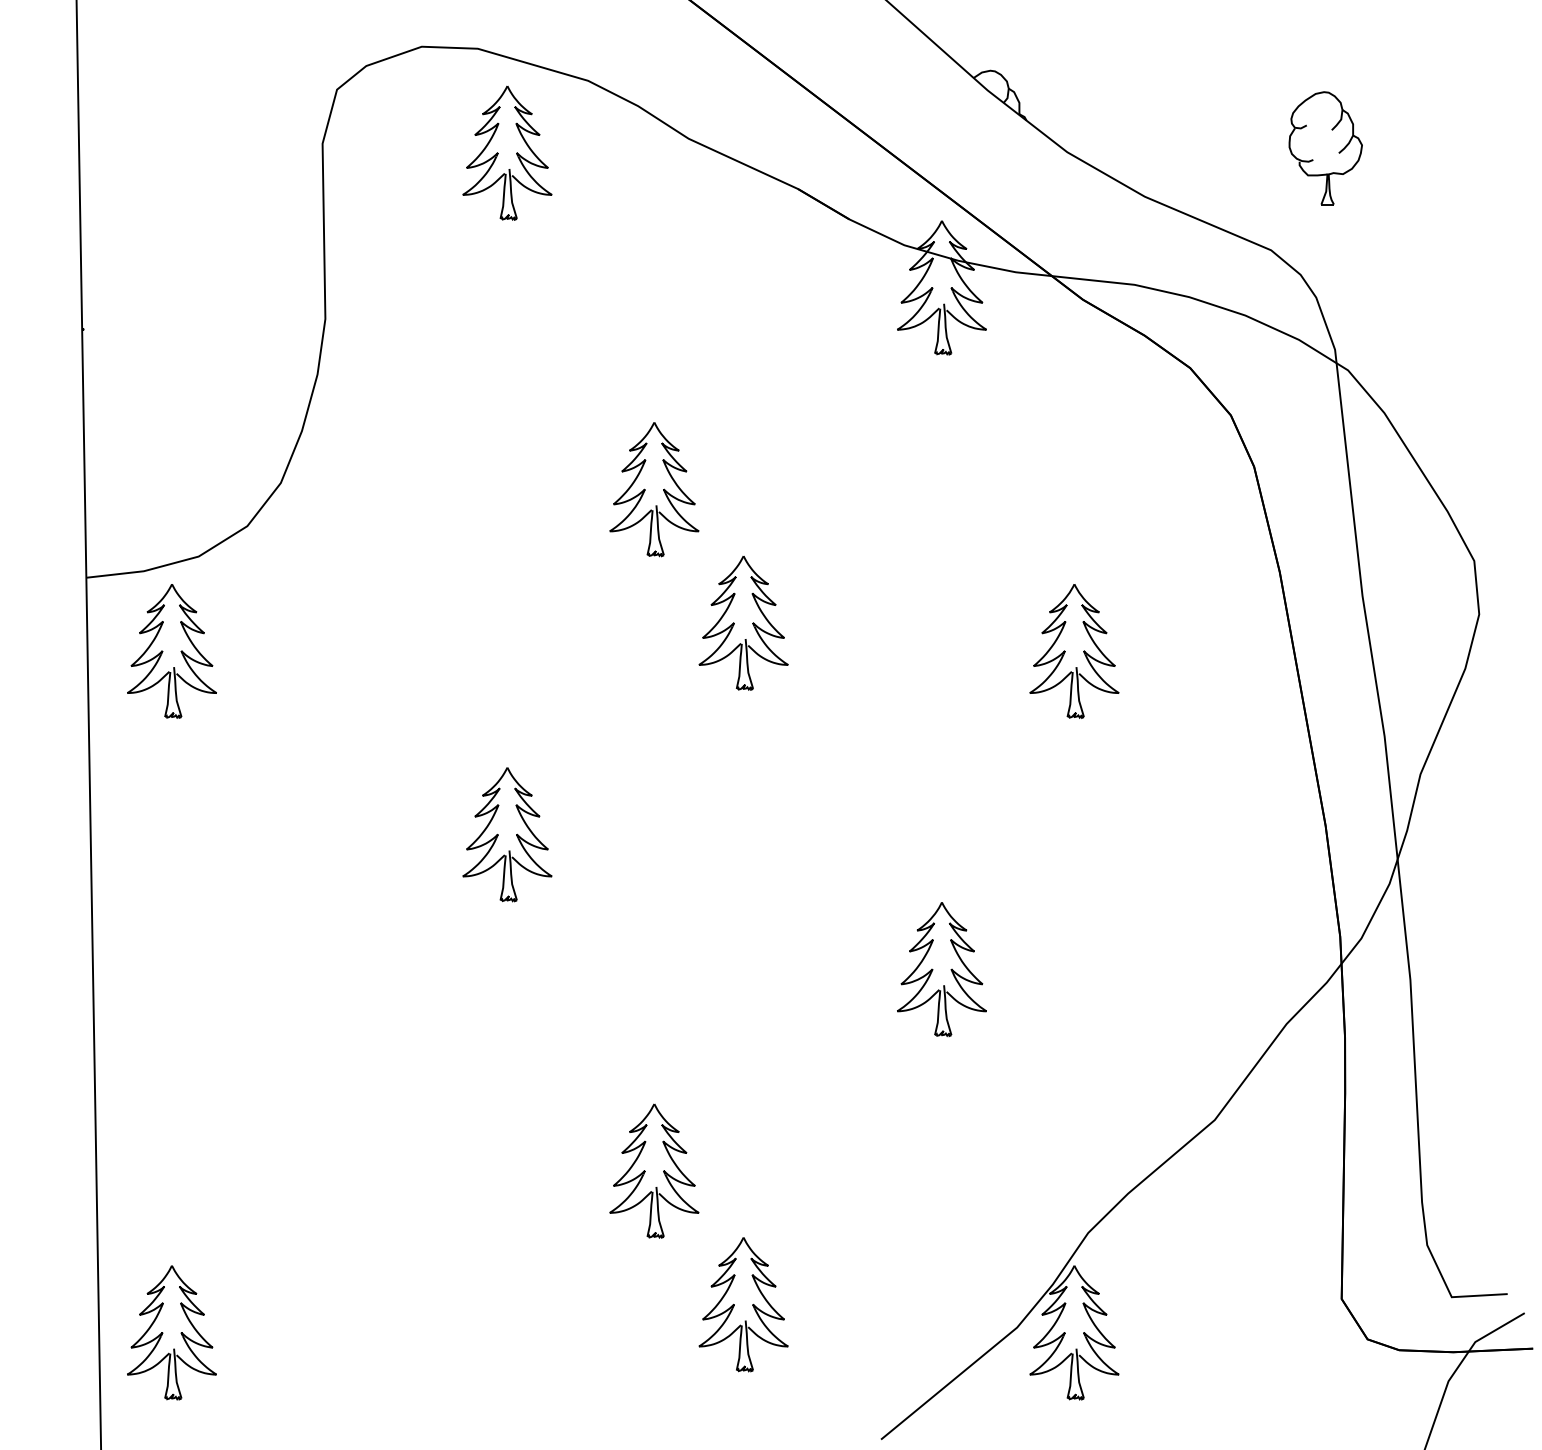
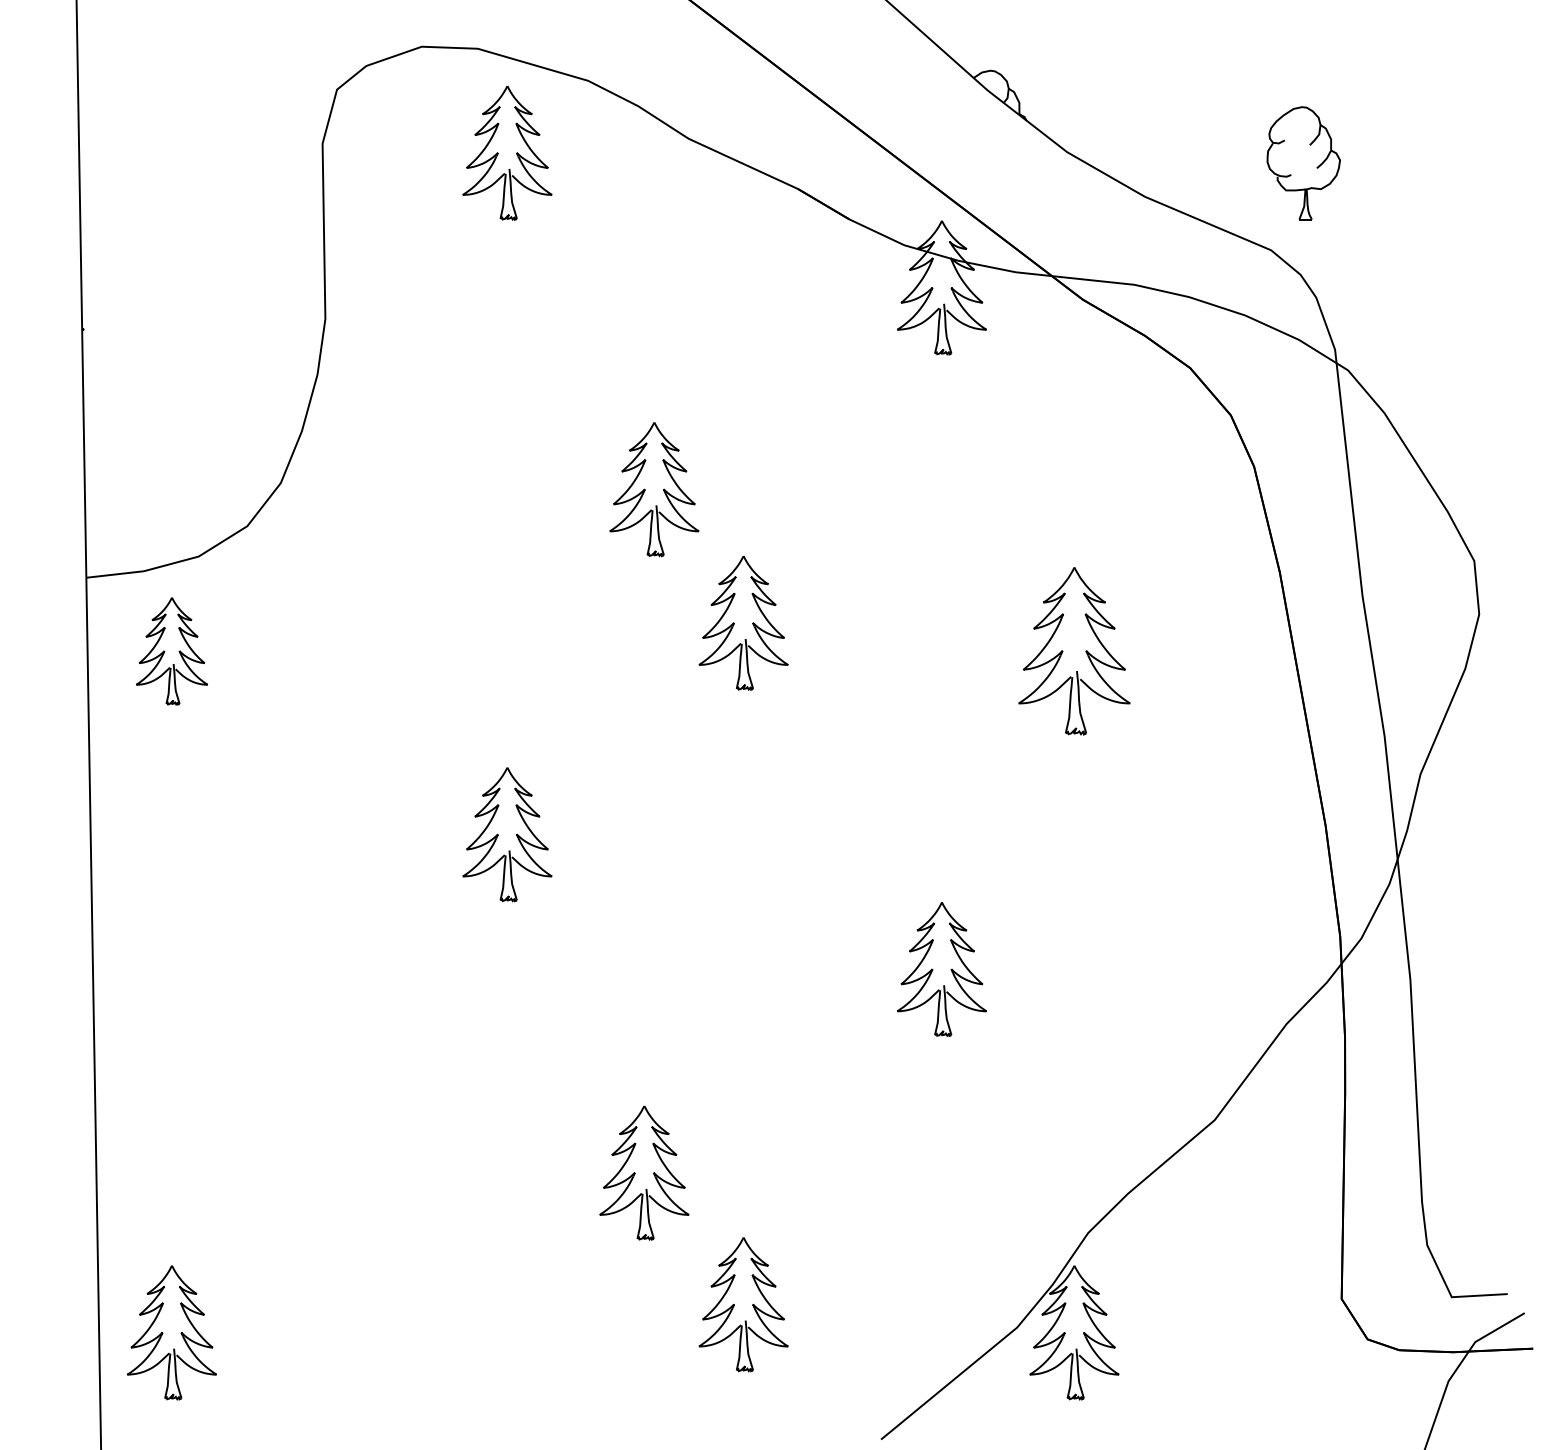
part at (1325, 148) position: (1325, 148) -> (1303, 163)
part at (171, 651) size: 90x135 px -> 72x109 px
part at (1074, 651) size: 91x135 px -> 113x169 px
part at (654, 1170) position: (654, 1170) -> (644, 1172)
